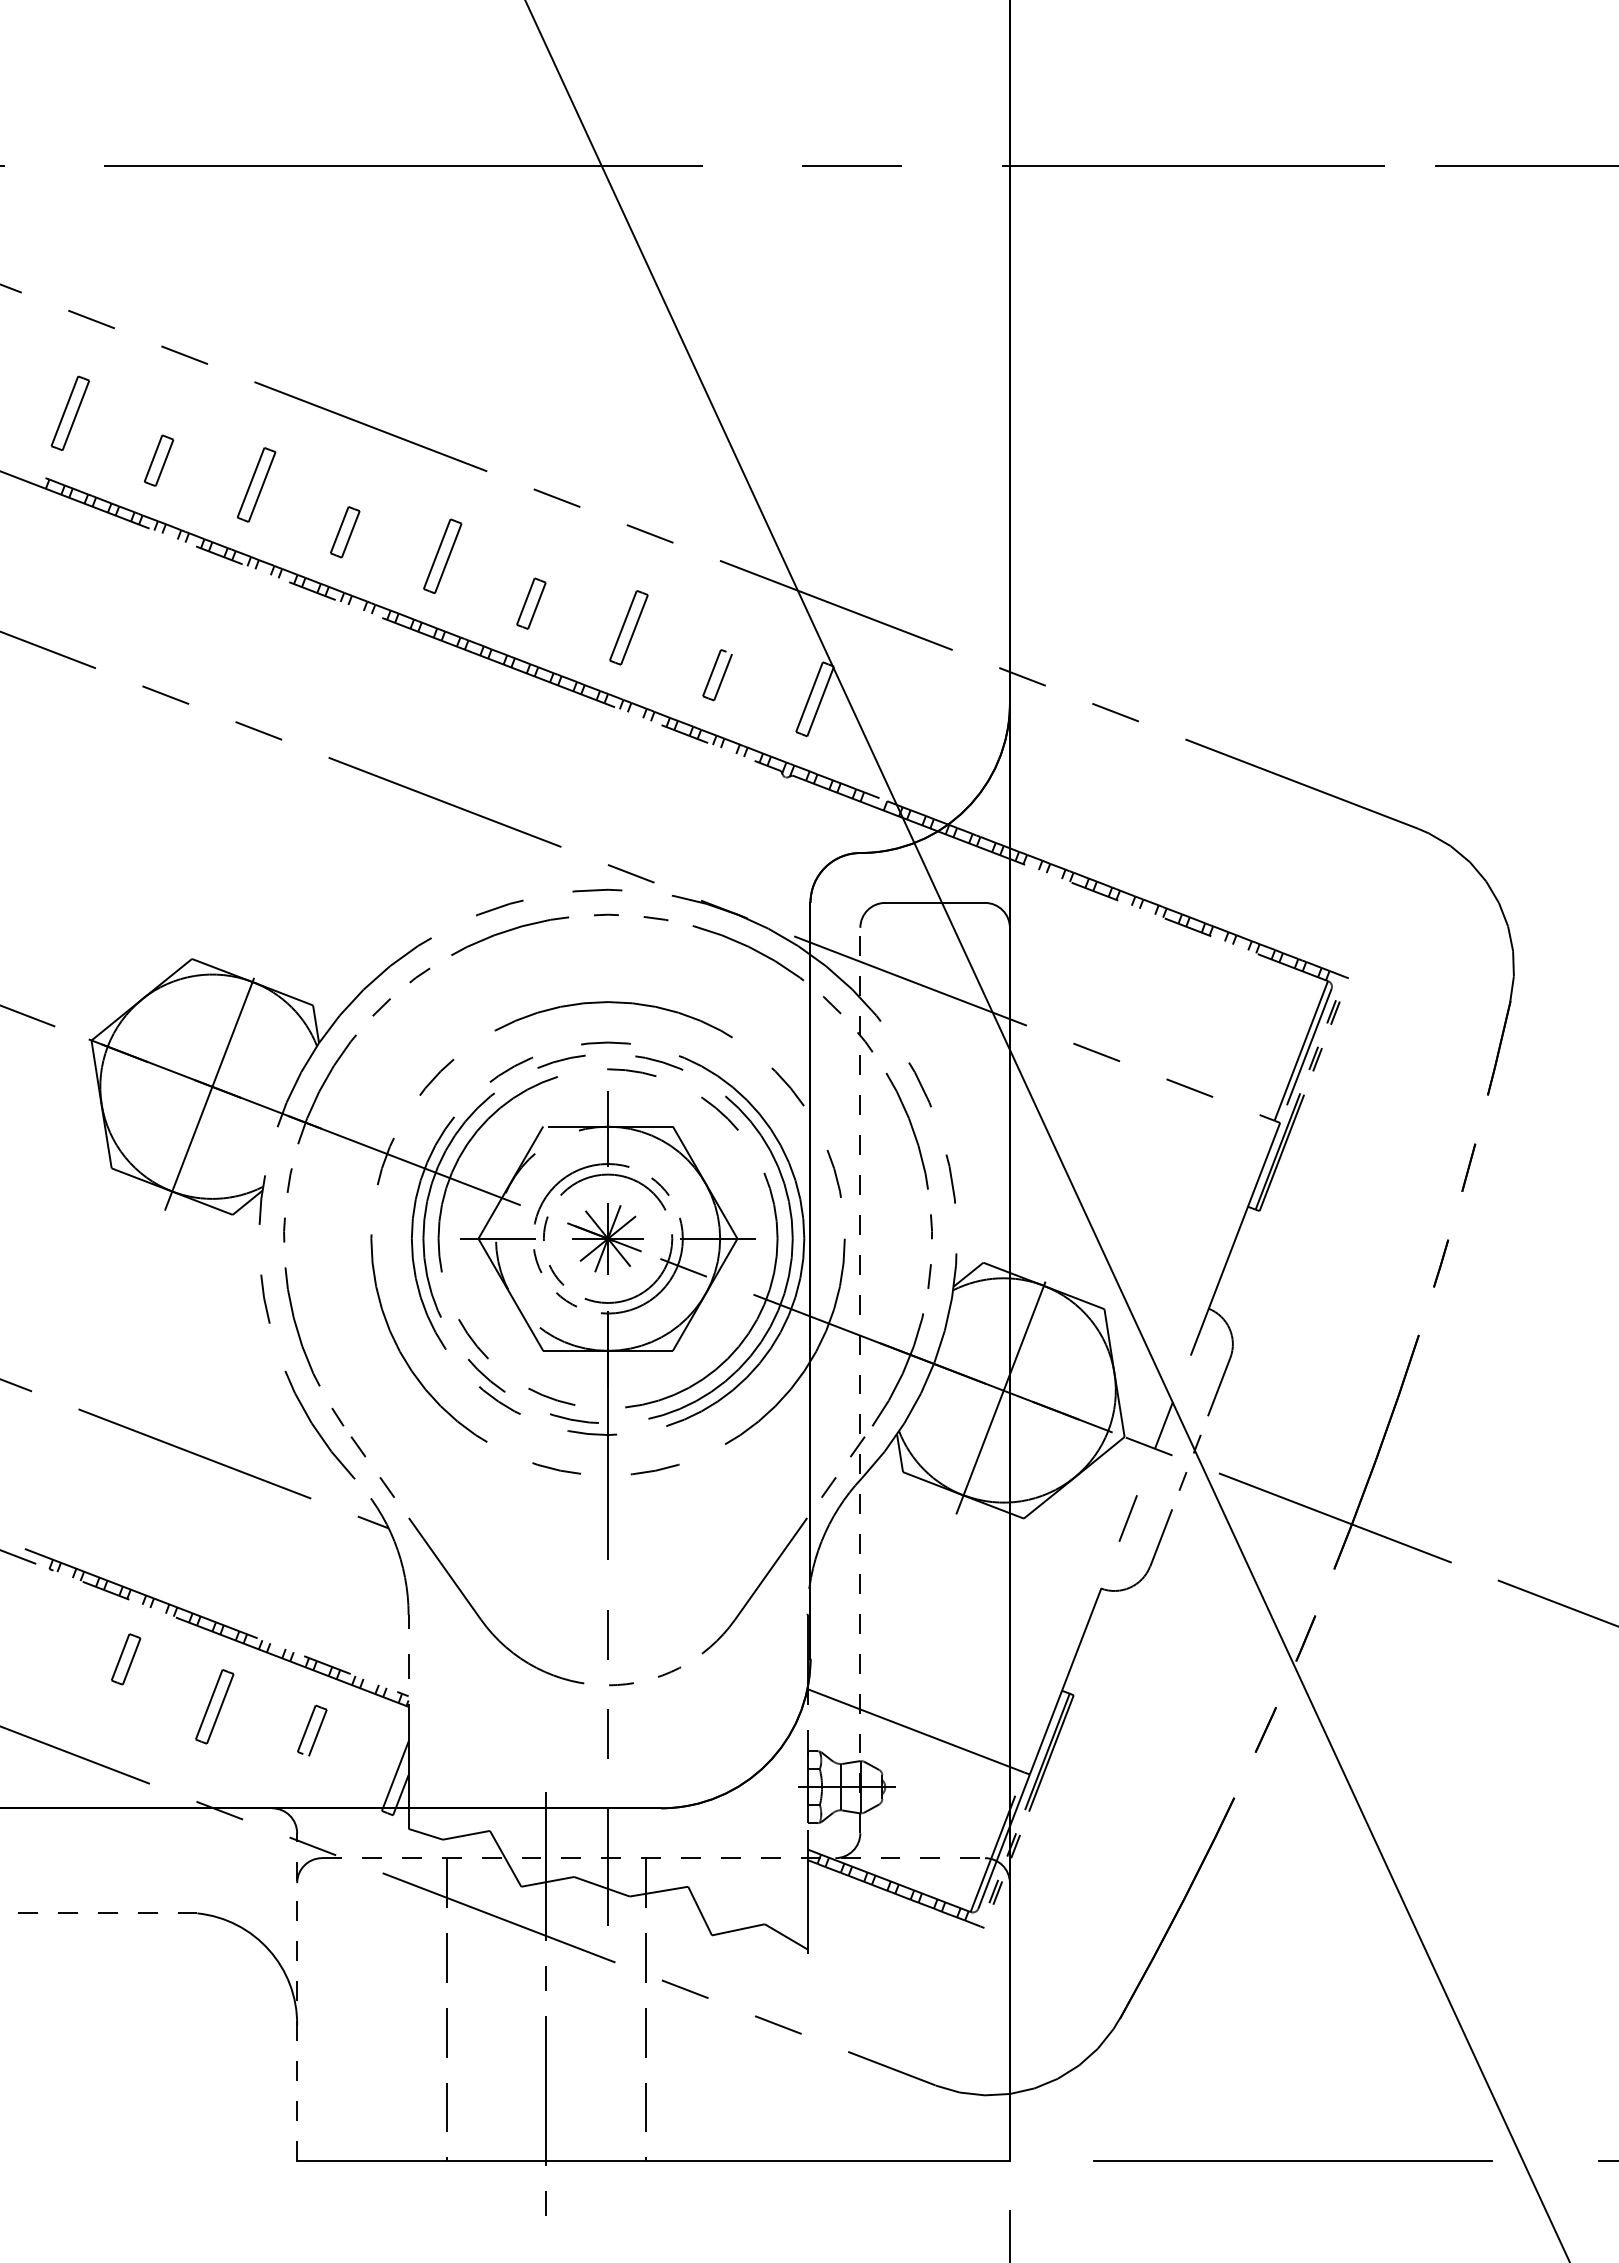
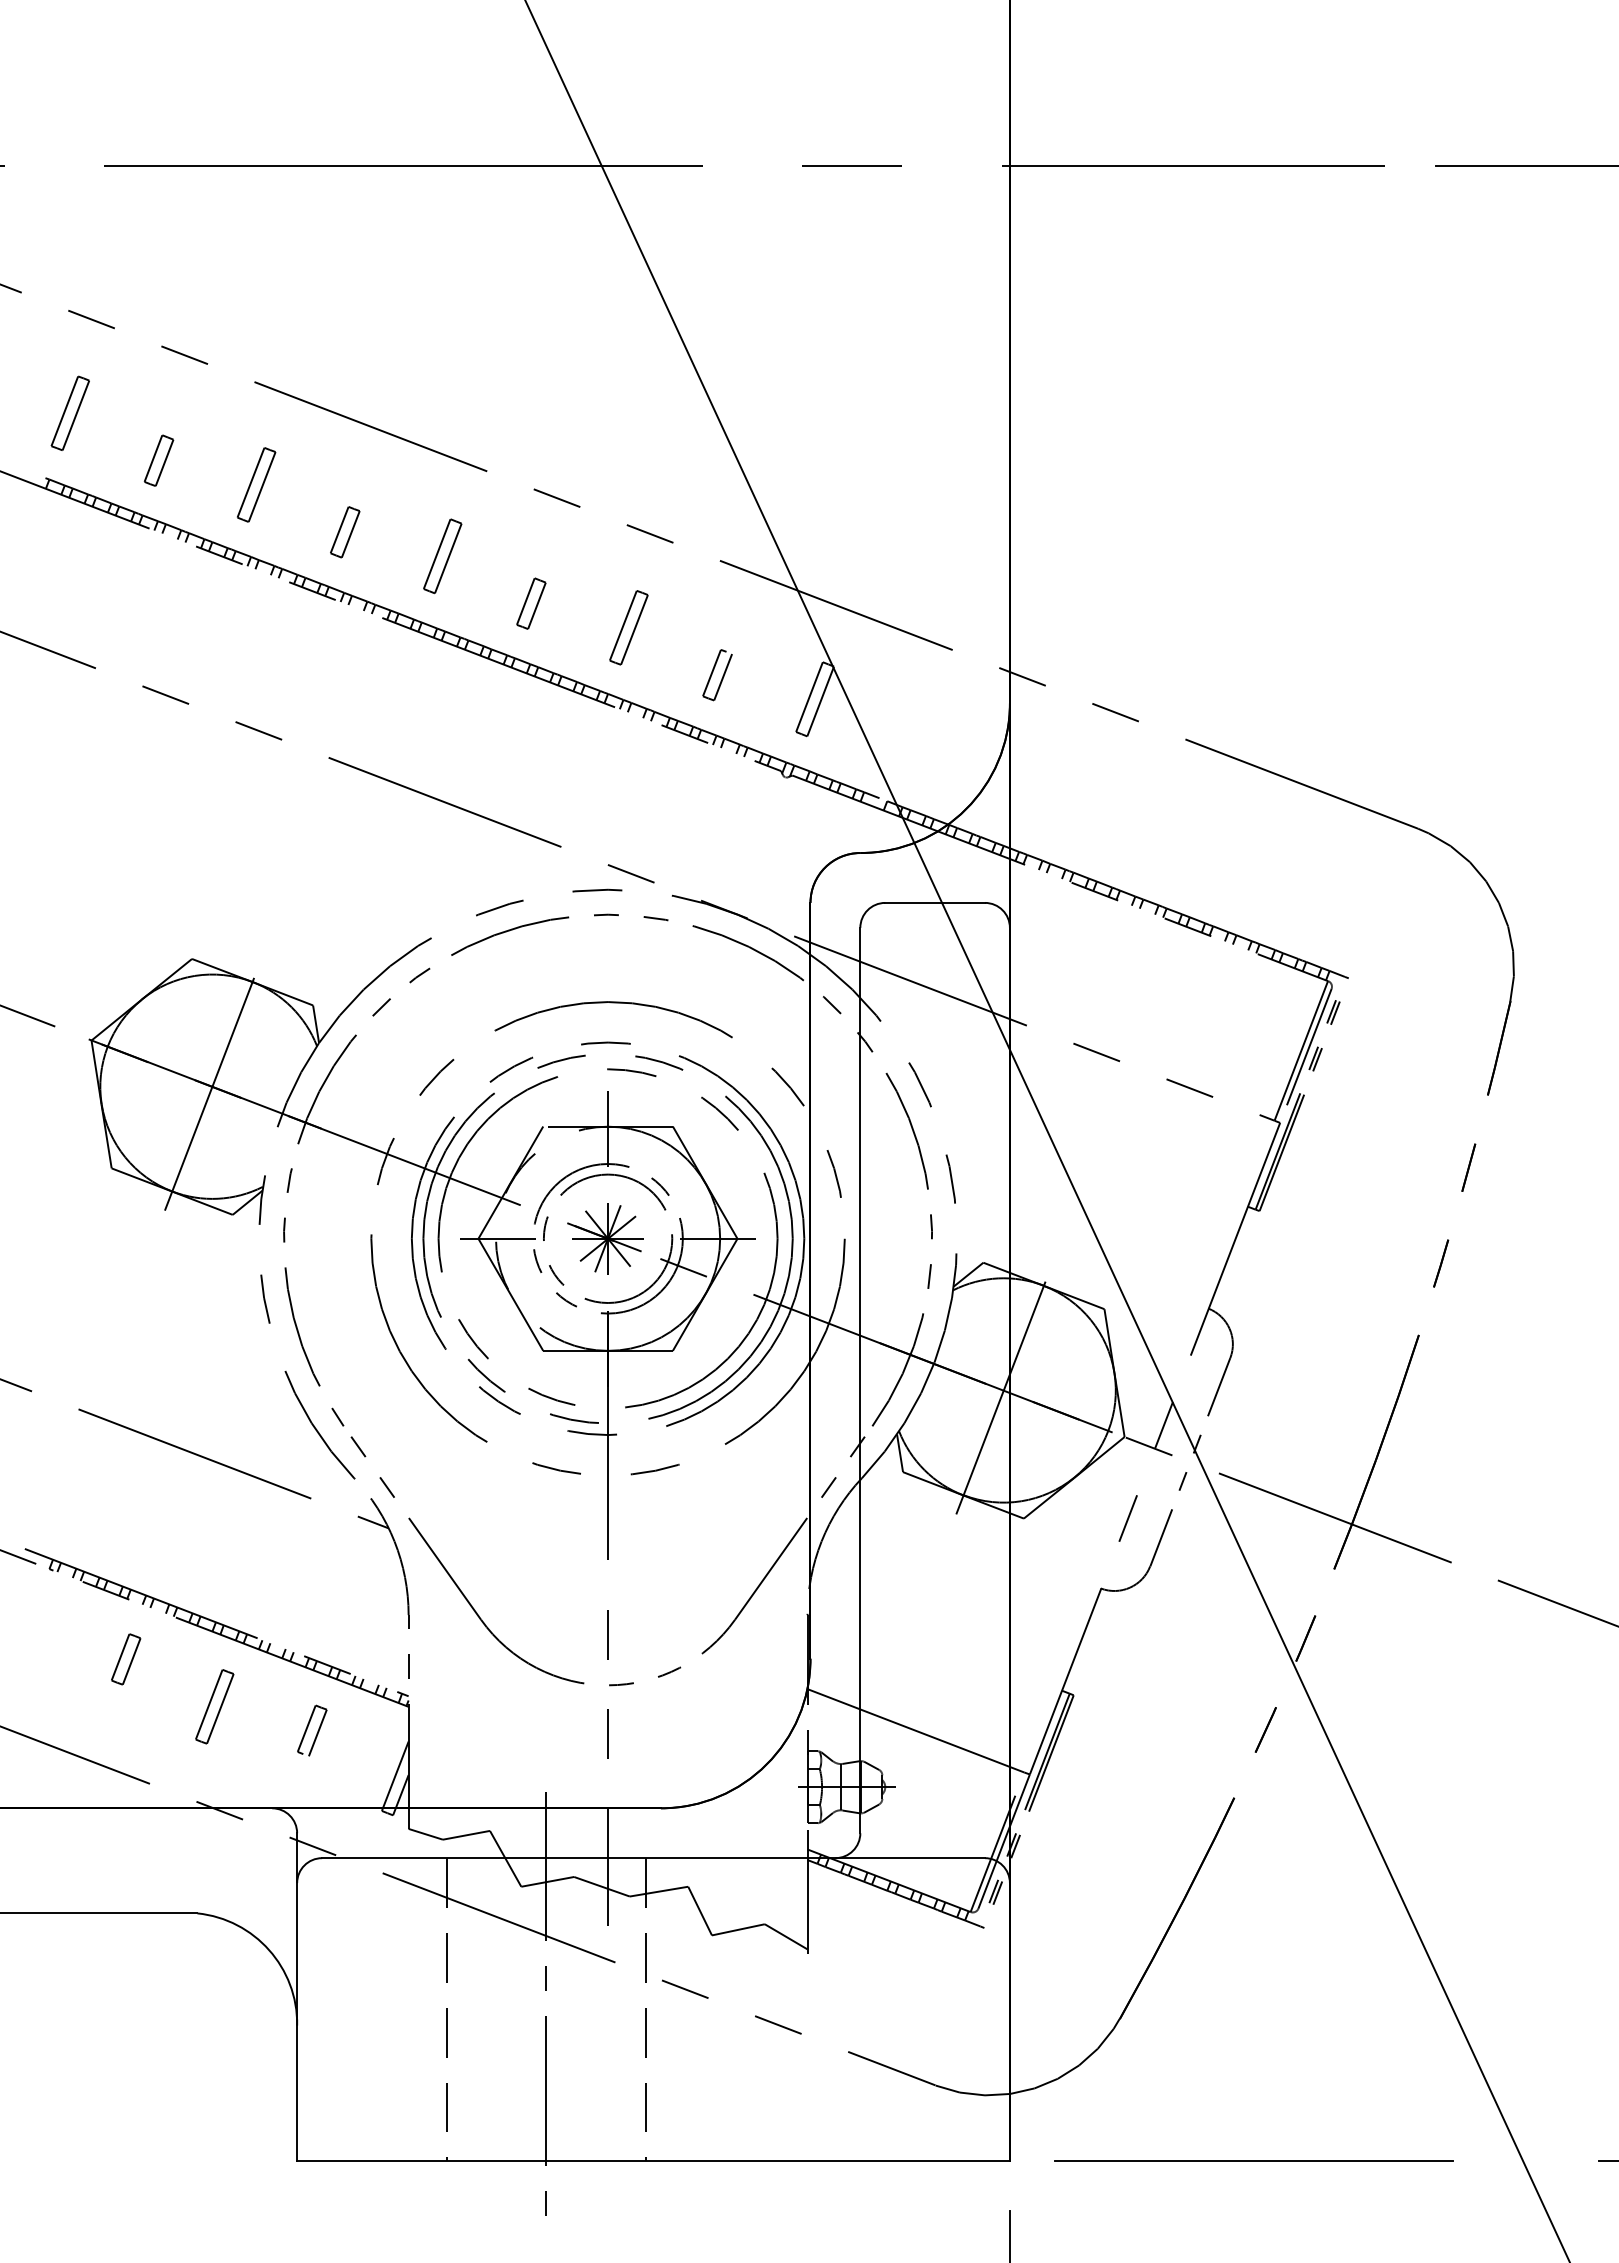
line at (860, 1380): dashed -> solid
line at (654, 1858): dashed -> solid
line at (98, 1913): dashed -> solid
line at (297, 1996): dashed -> solid
line at (1292, 2160) position: (1292, 2160) -> (1253, 2160)
